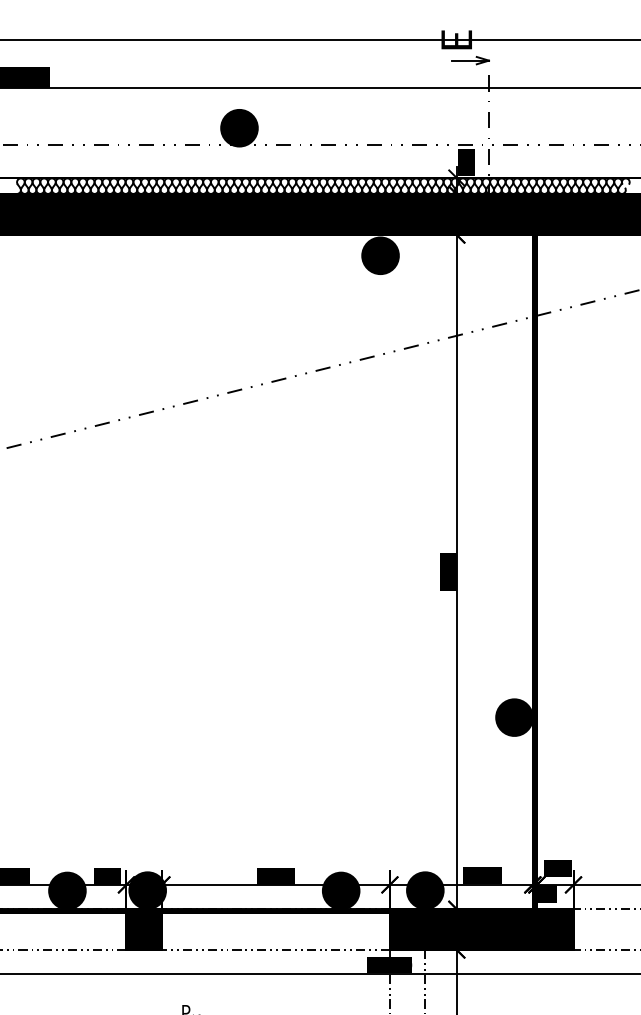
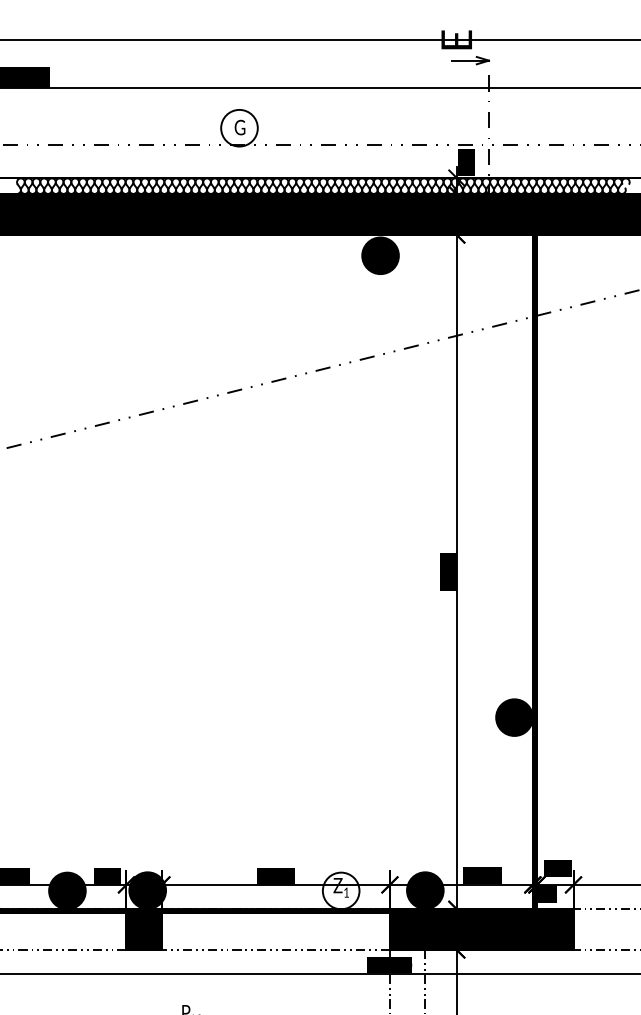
fill at (239, 127): present -> none
fill at (340, 890): present -> none
